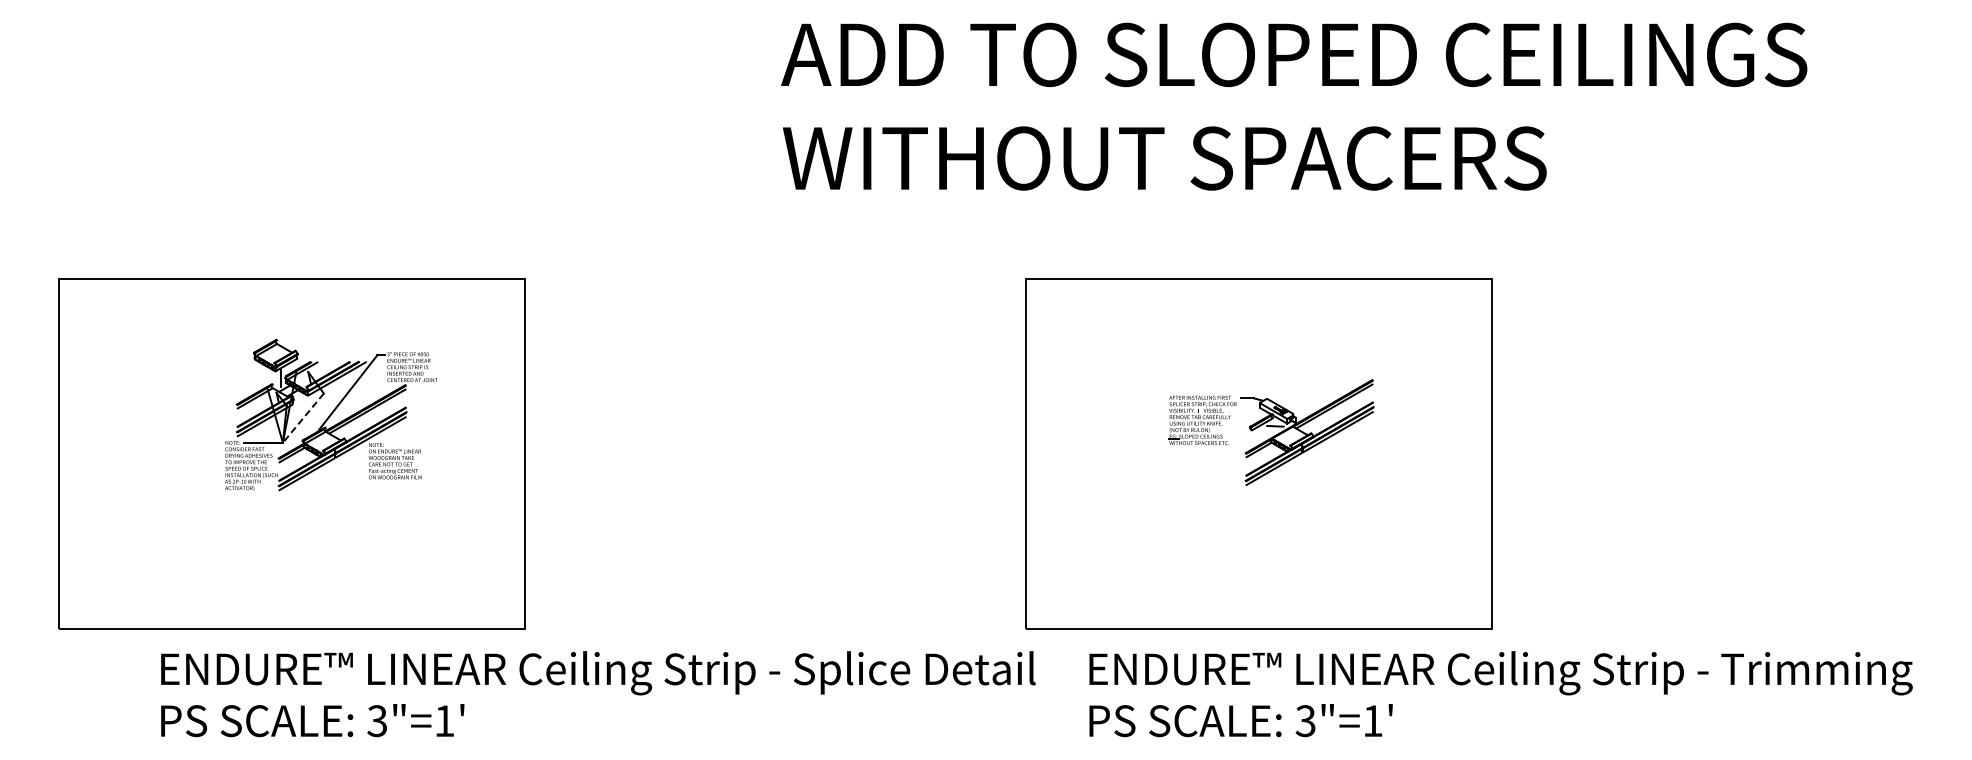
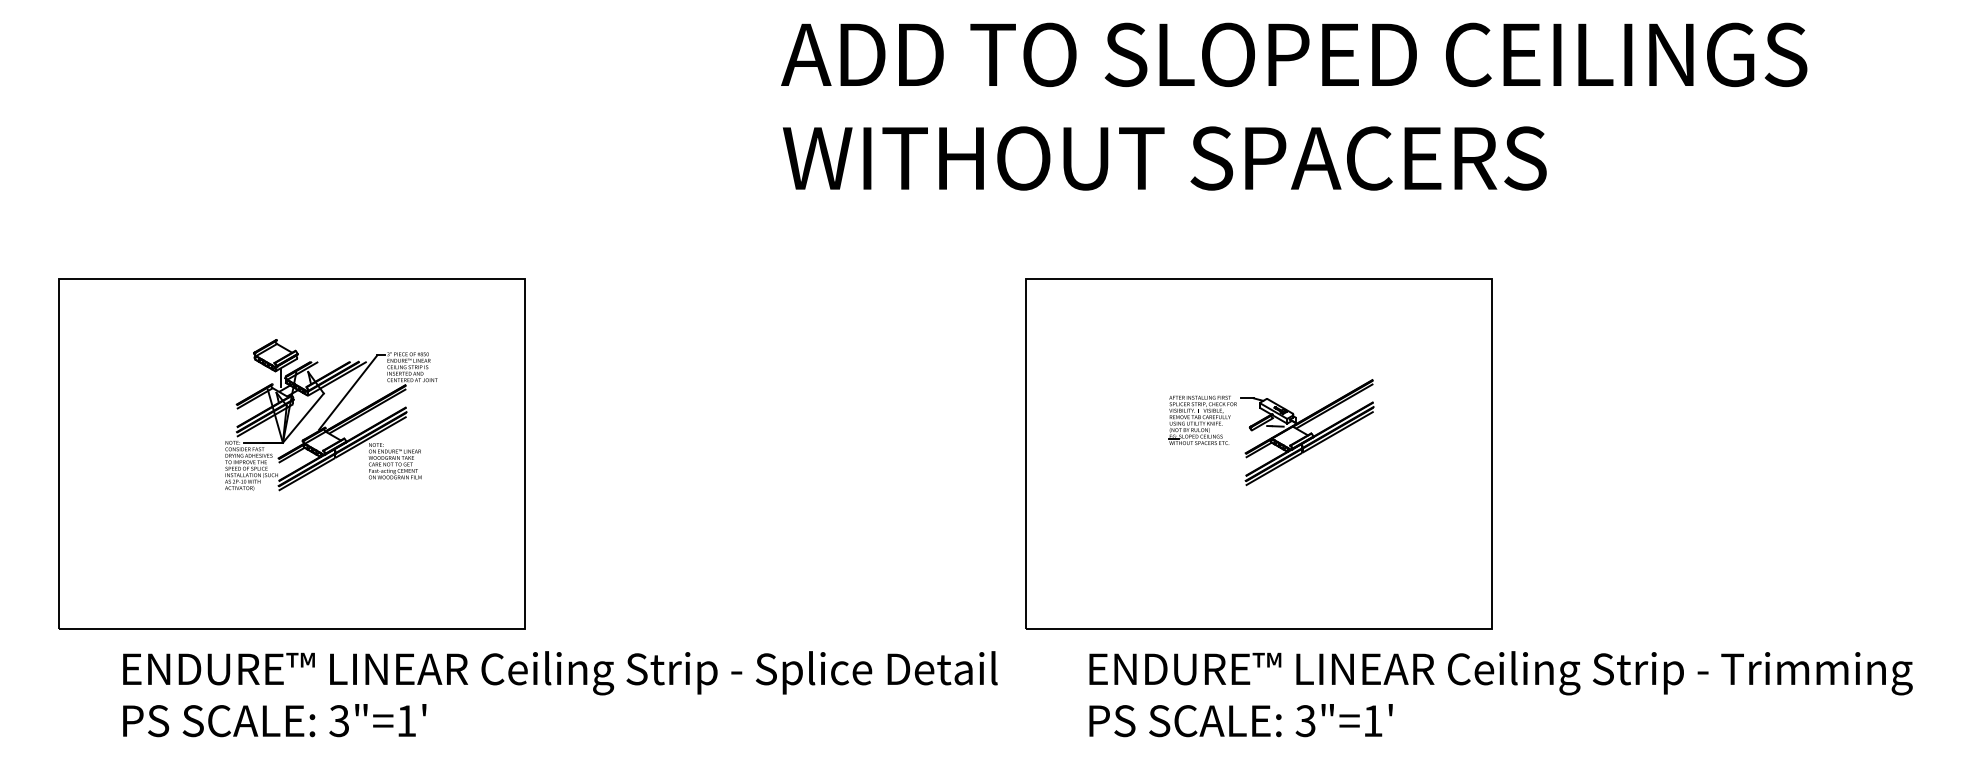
line at (303, 418): dashed -> solid
text at (598, 694) position: (598, 694) -> (560, 694)
